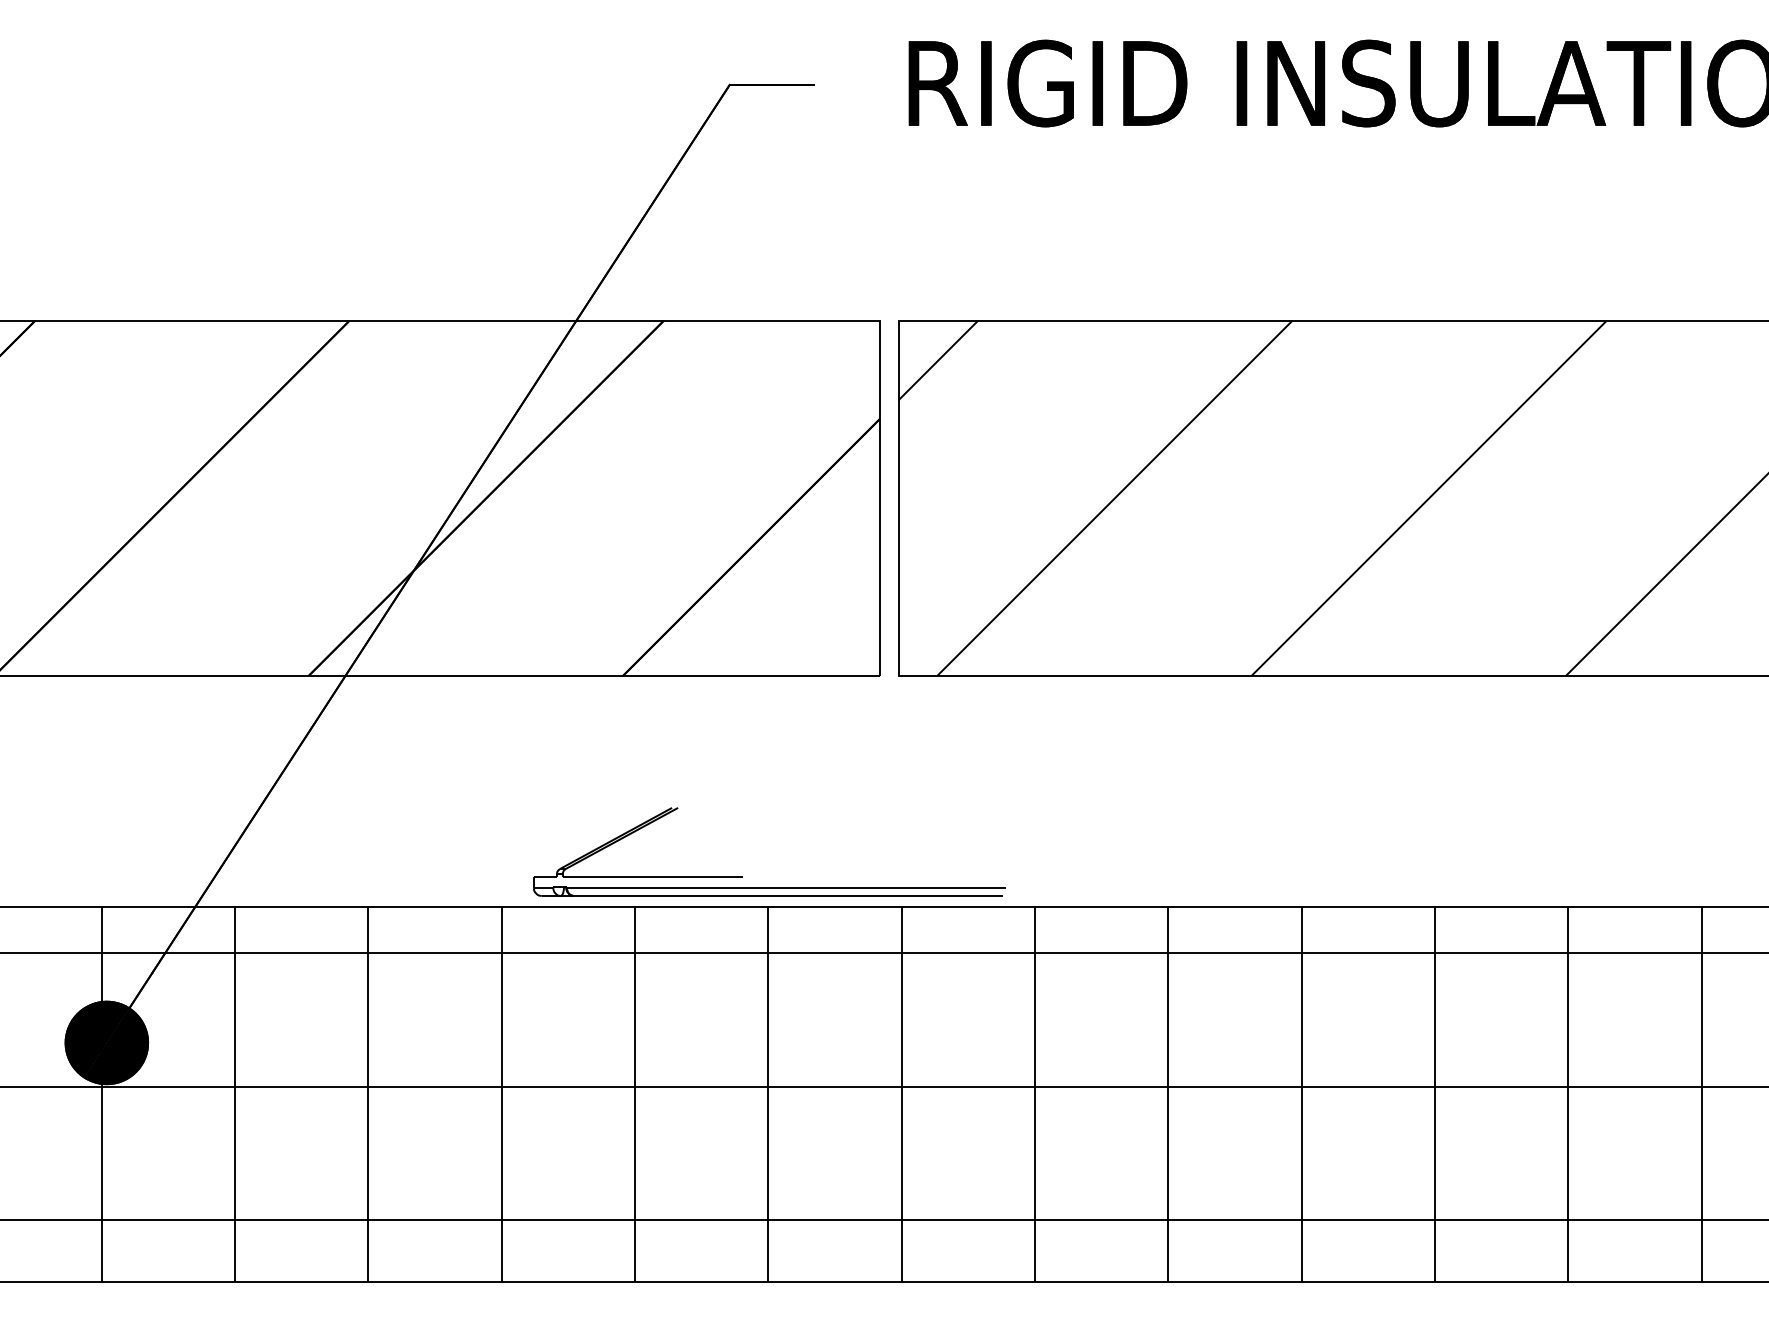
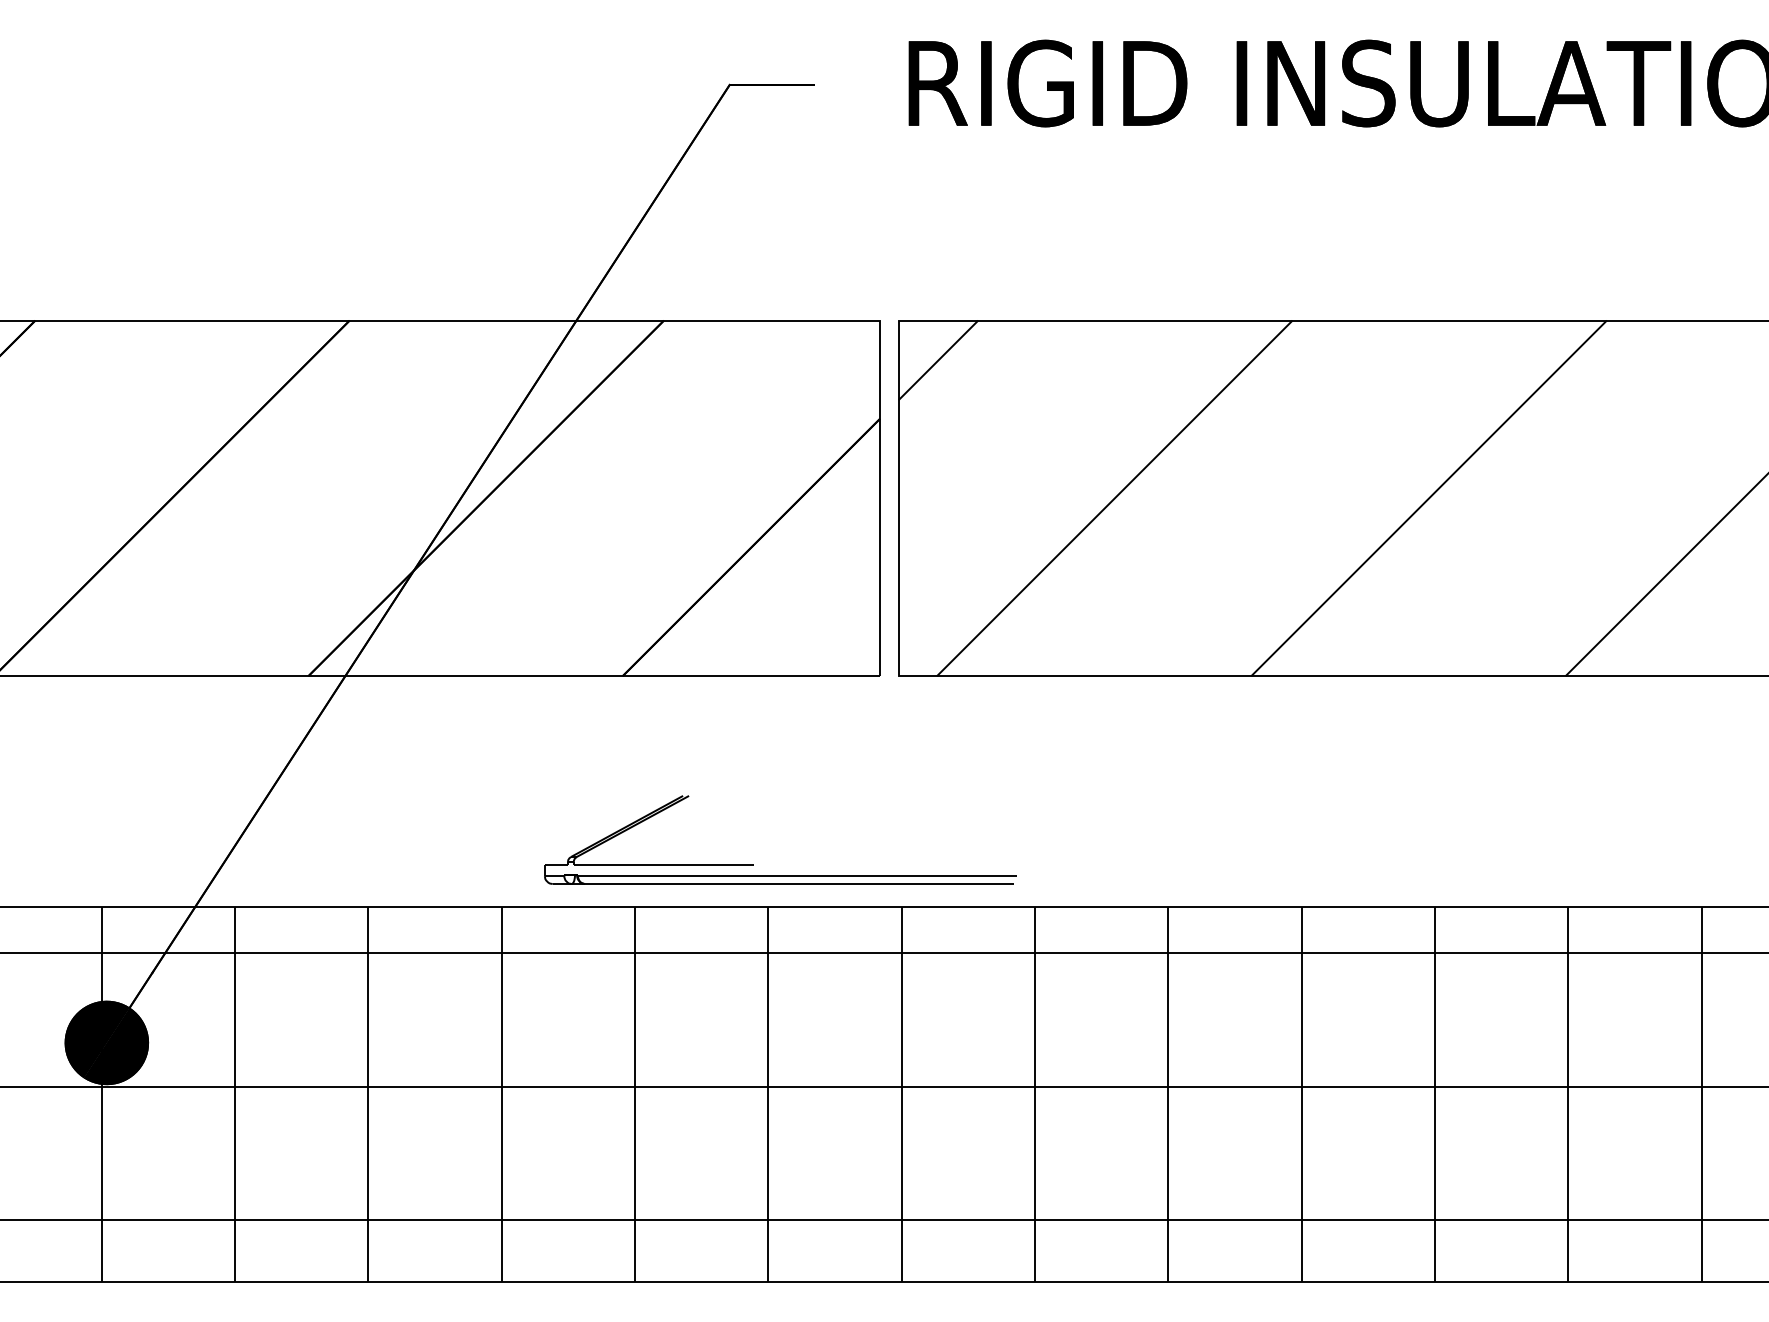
part at (769, 887) position: (769, 887) -> (780, 875)
